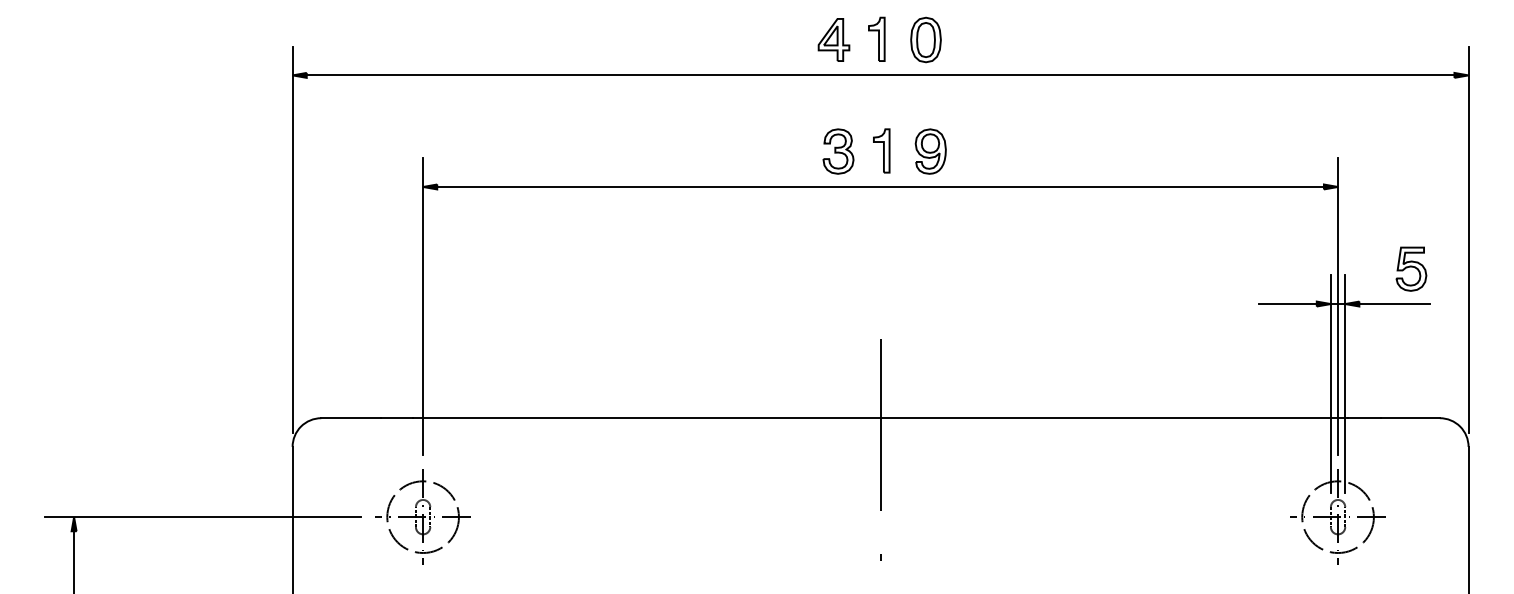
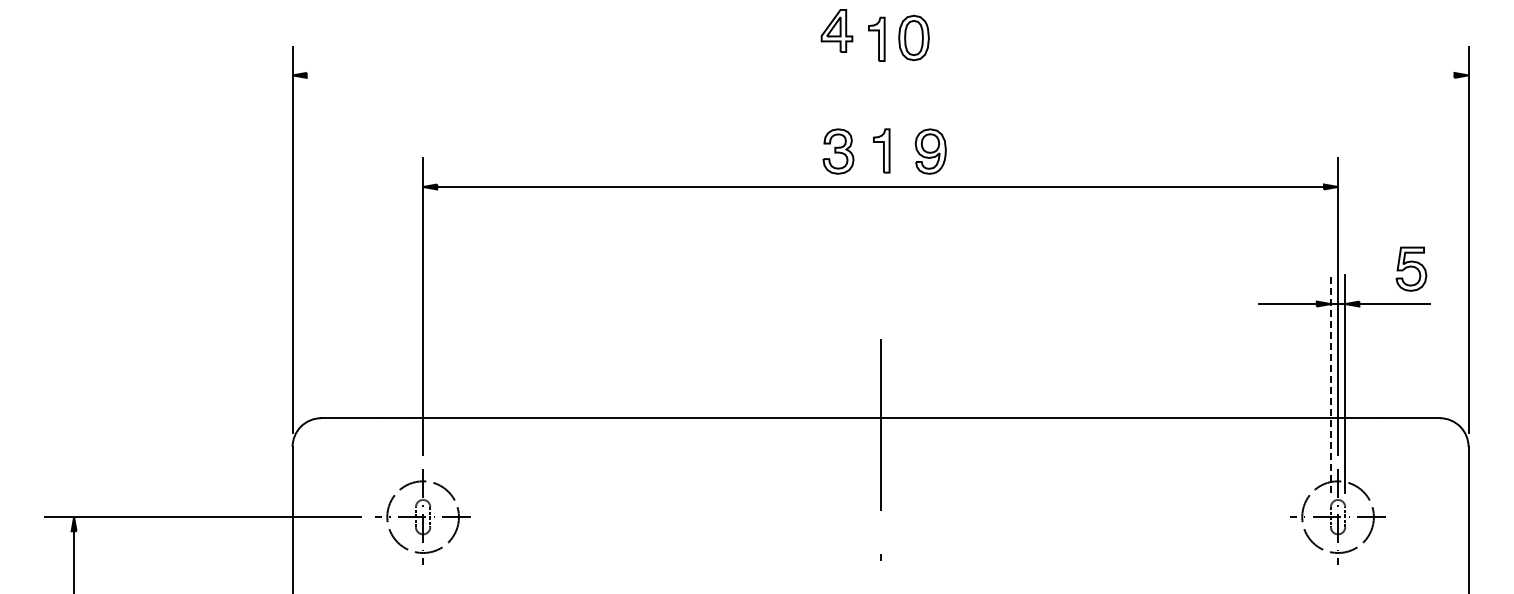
part at (833, 39) position: (833, 39) -> (836, 30)
part at (925, 39) position: (925, 39) -> (913, 37)
line at (880, 75): present -> none
line at (1330, 384): solid -> dashed
